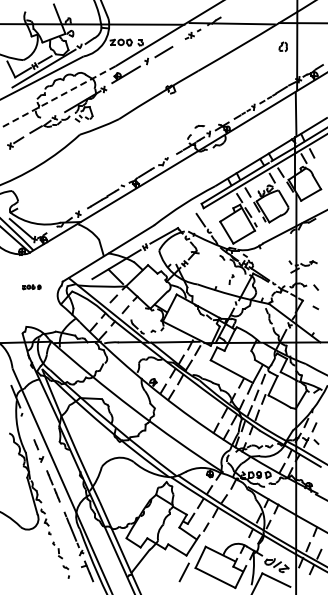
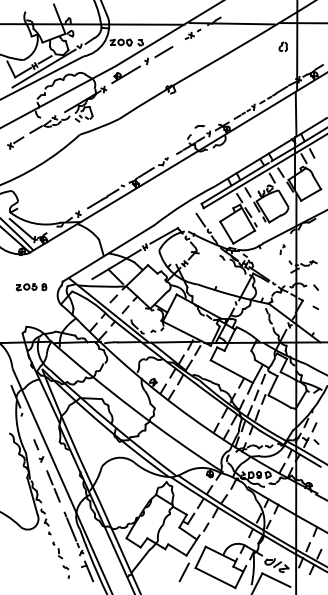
line at (57, 97): dashed -> solid
part at (231, 279) position: (231, 279) -> (282, 249)
part at (31, 287) size: 20x7 px -> 32x9 px
